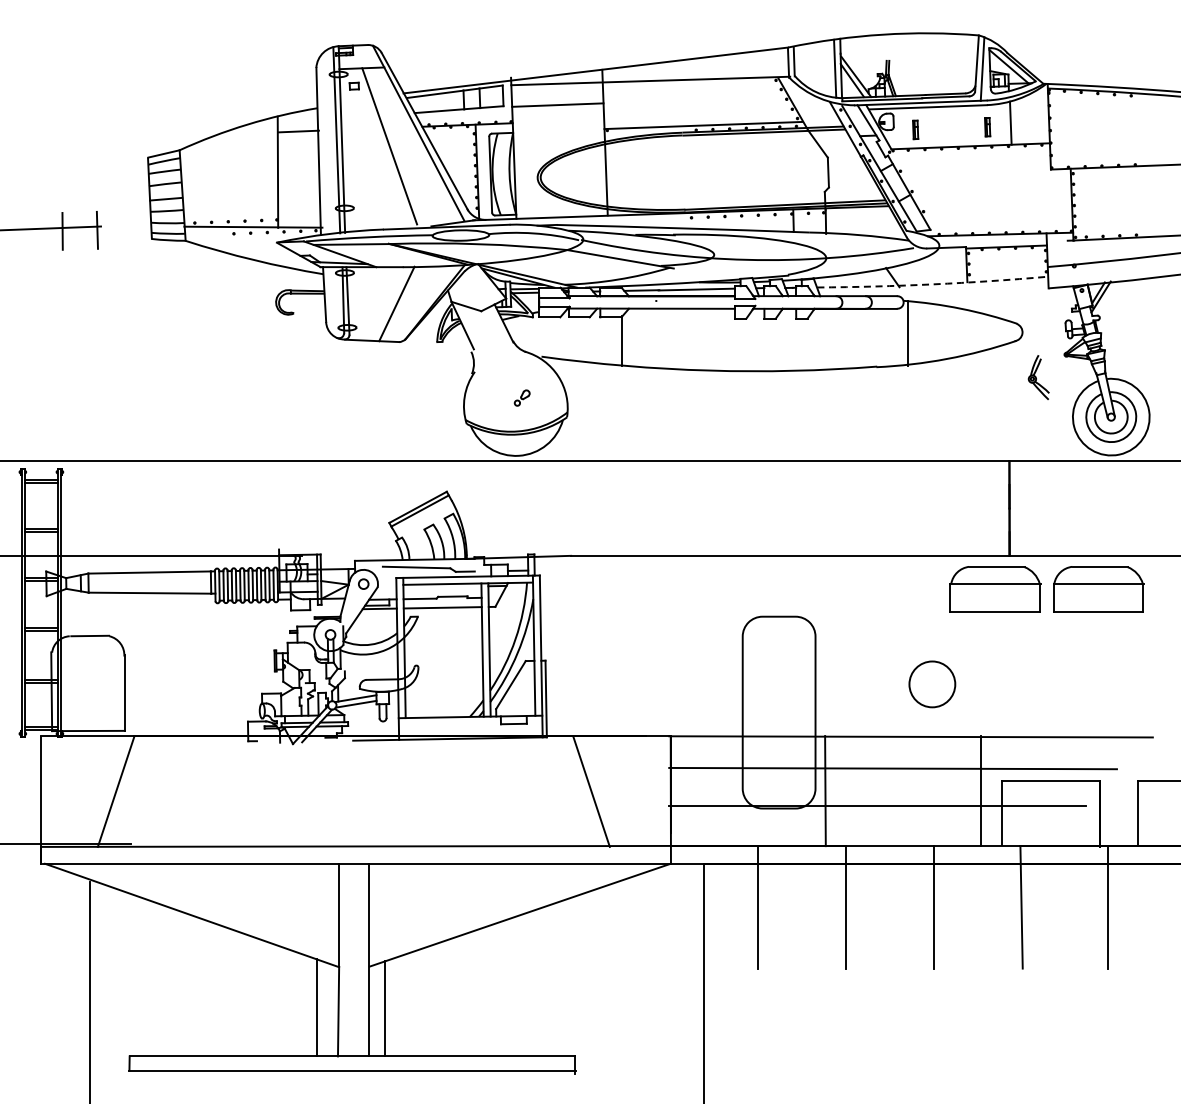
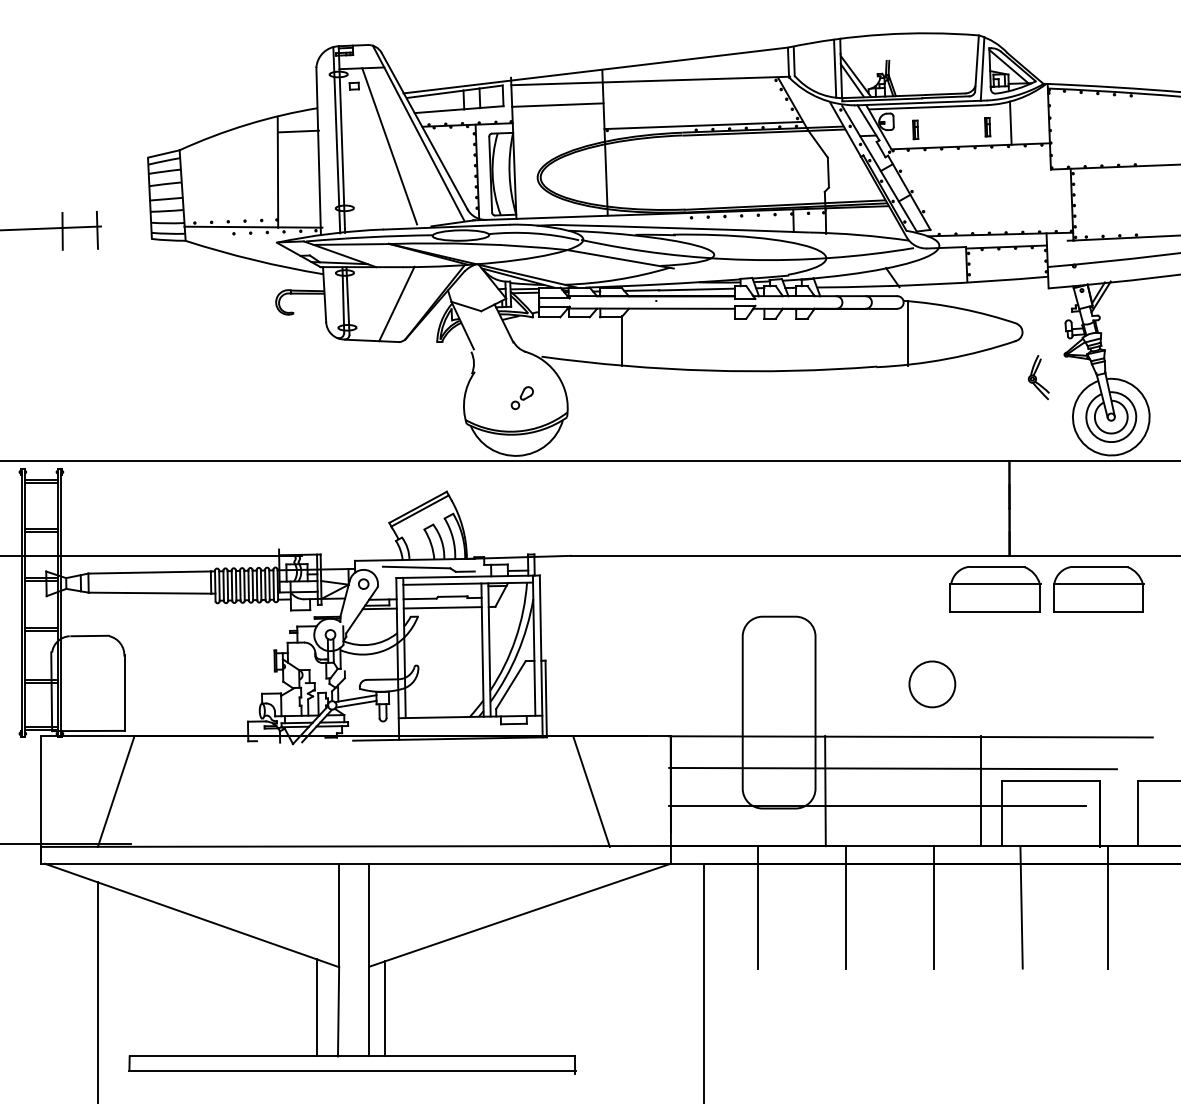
arc at (932, 284): dashed -> solid
part at (521, 397) size: 18x18 px -> 24x24 px
line at (90, 991) position: (90, 991) -> (98, 991)
